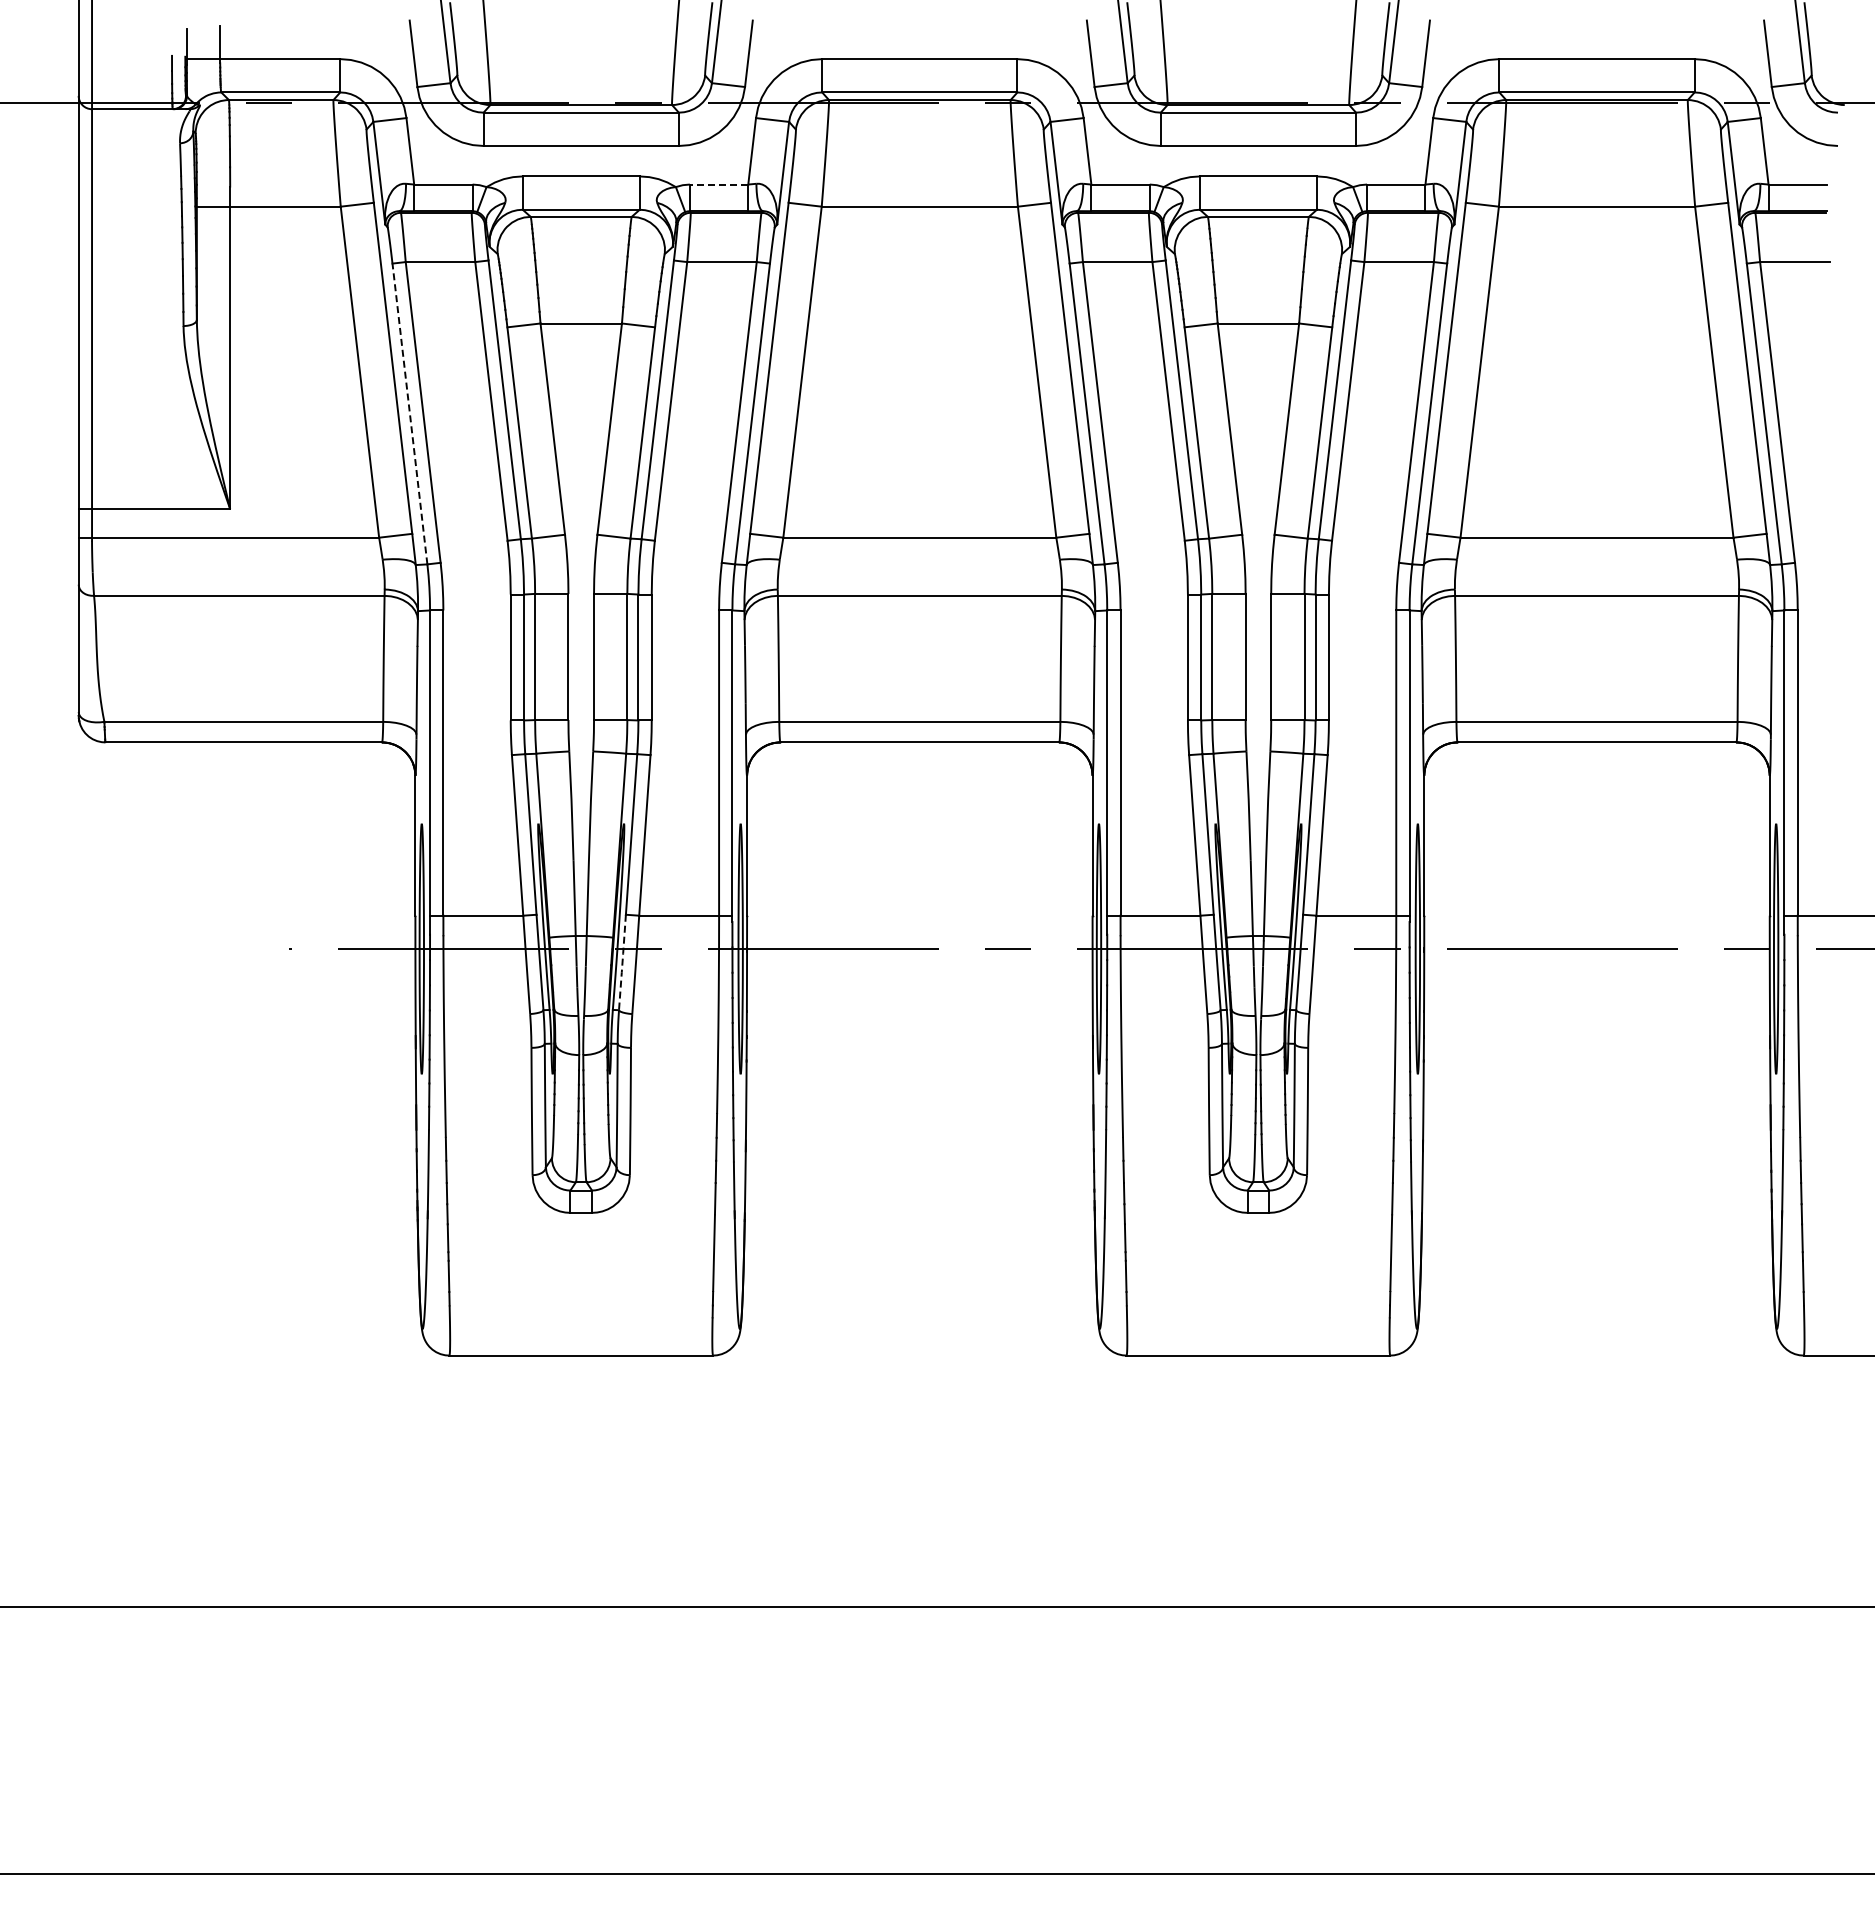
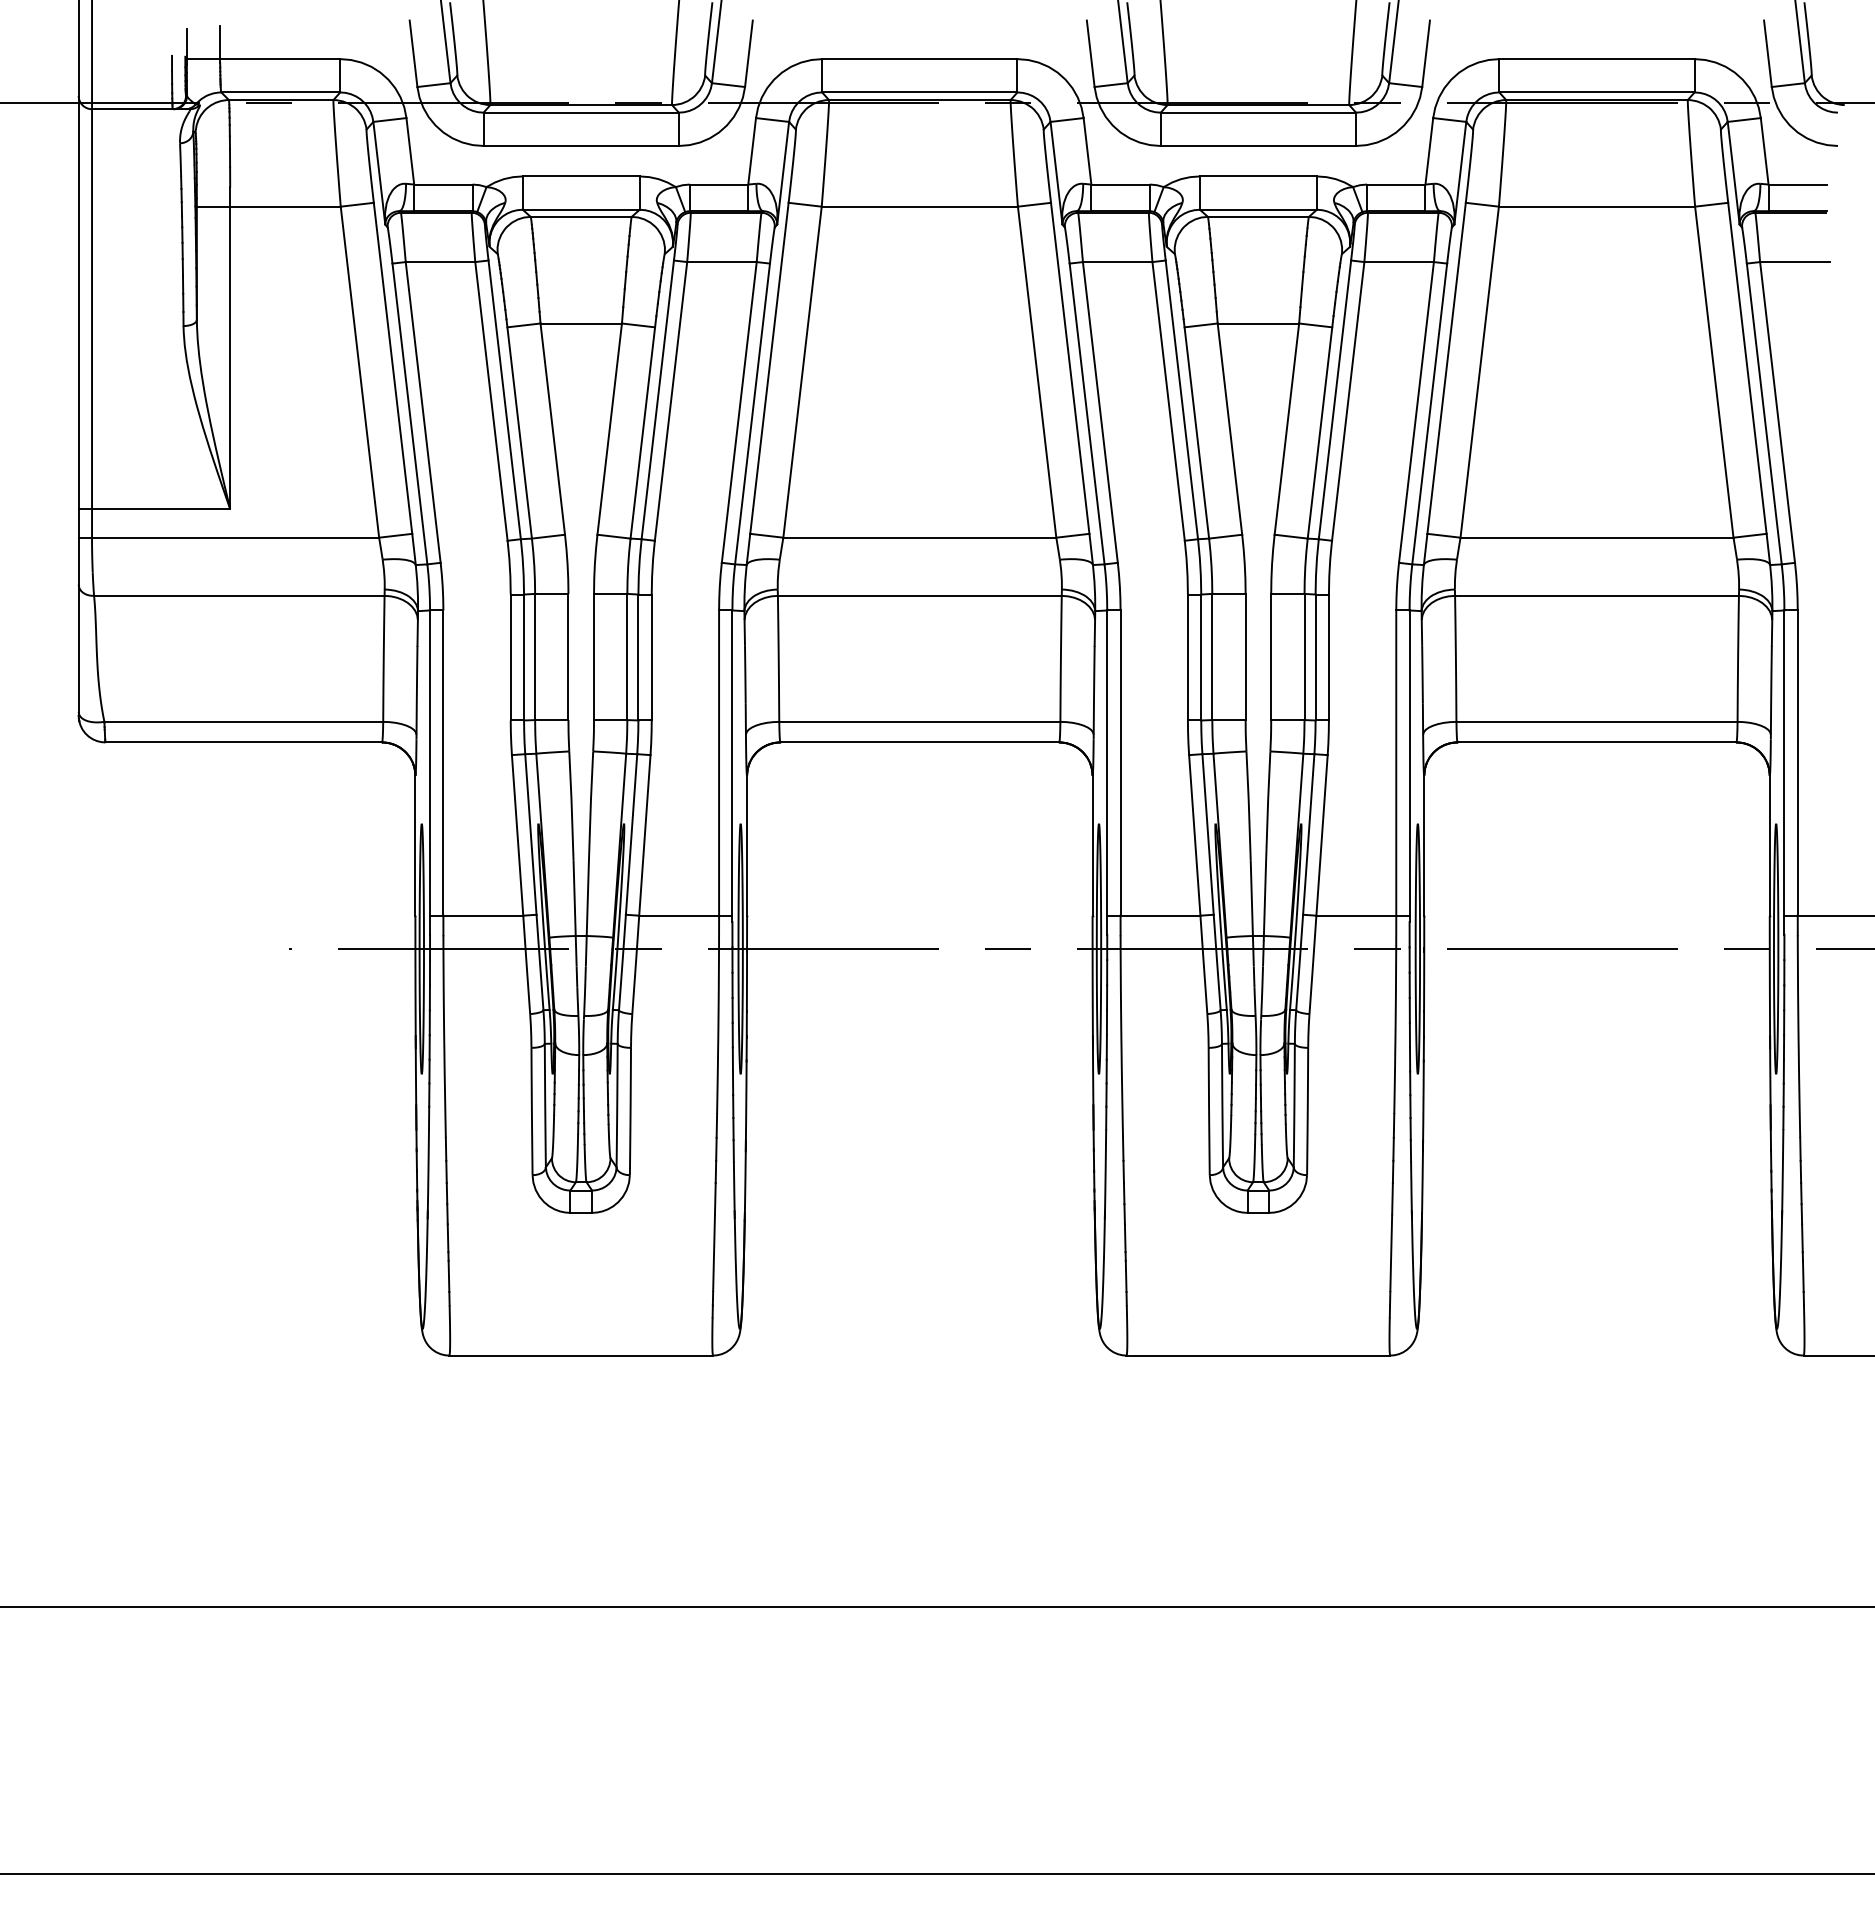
line at (718, 184): dashed -> solid
line at (409, 413): dashed -> solid
line at (622, 962): dashed -> solid
